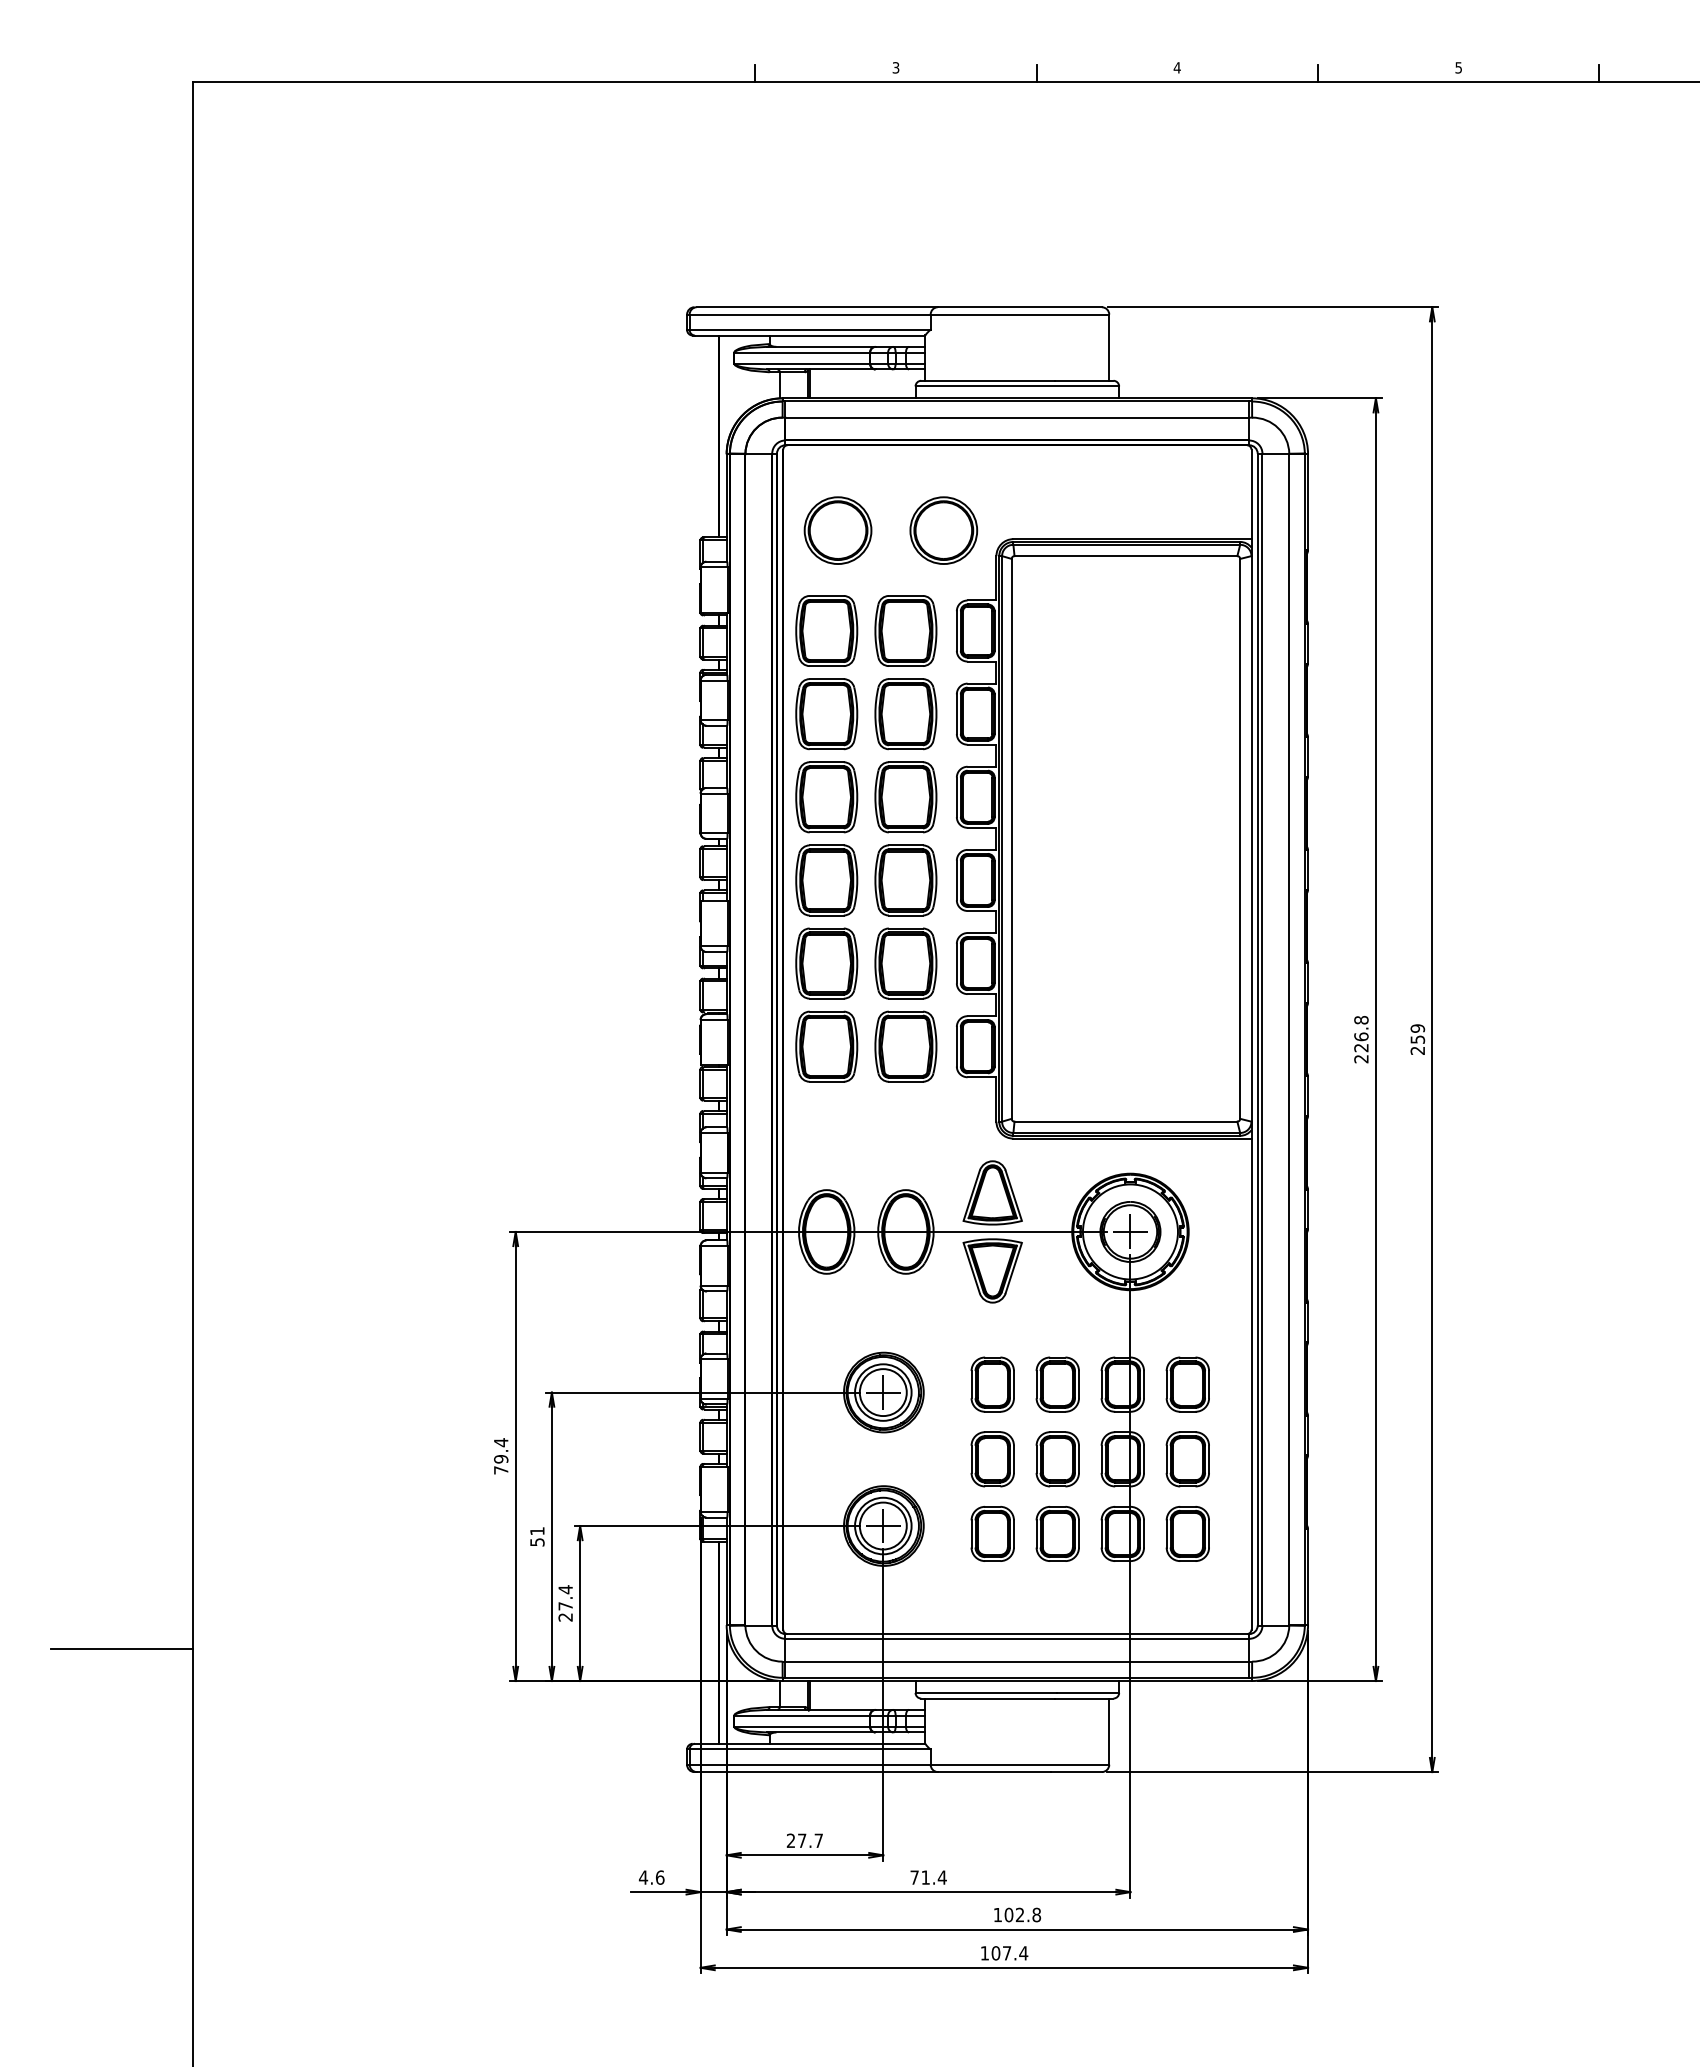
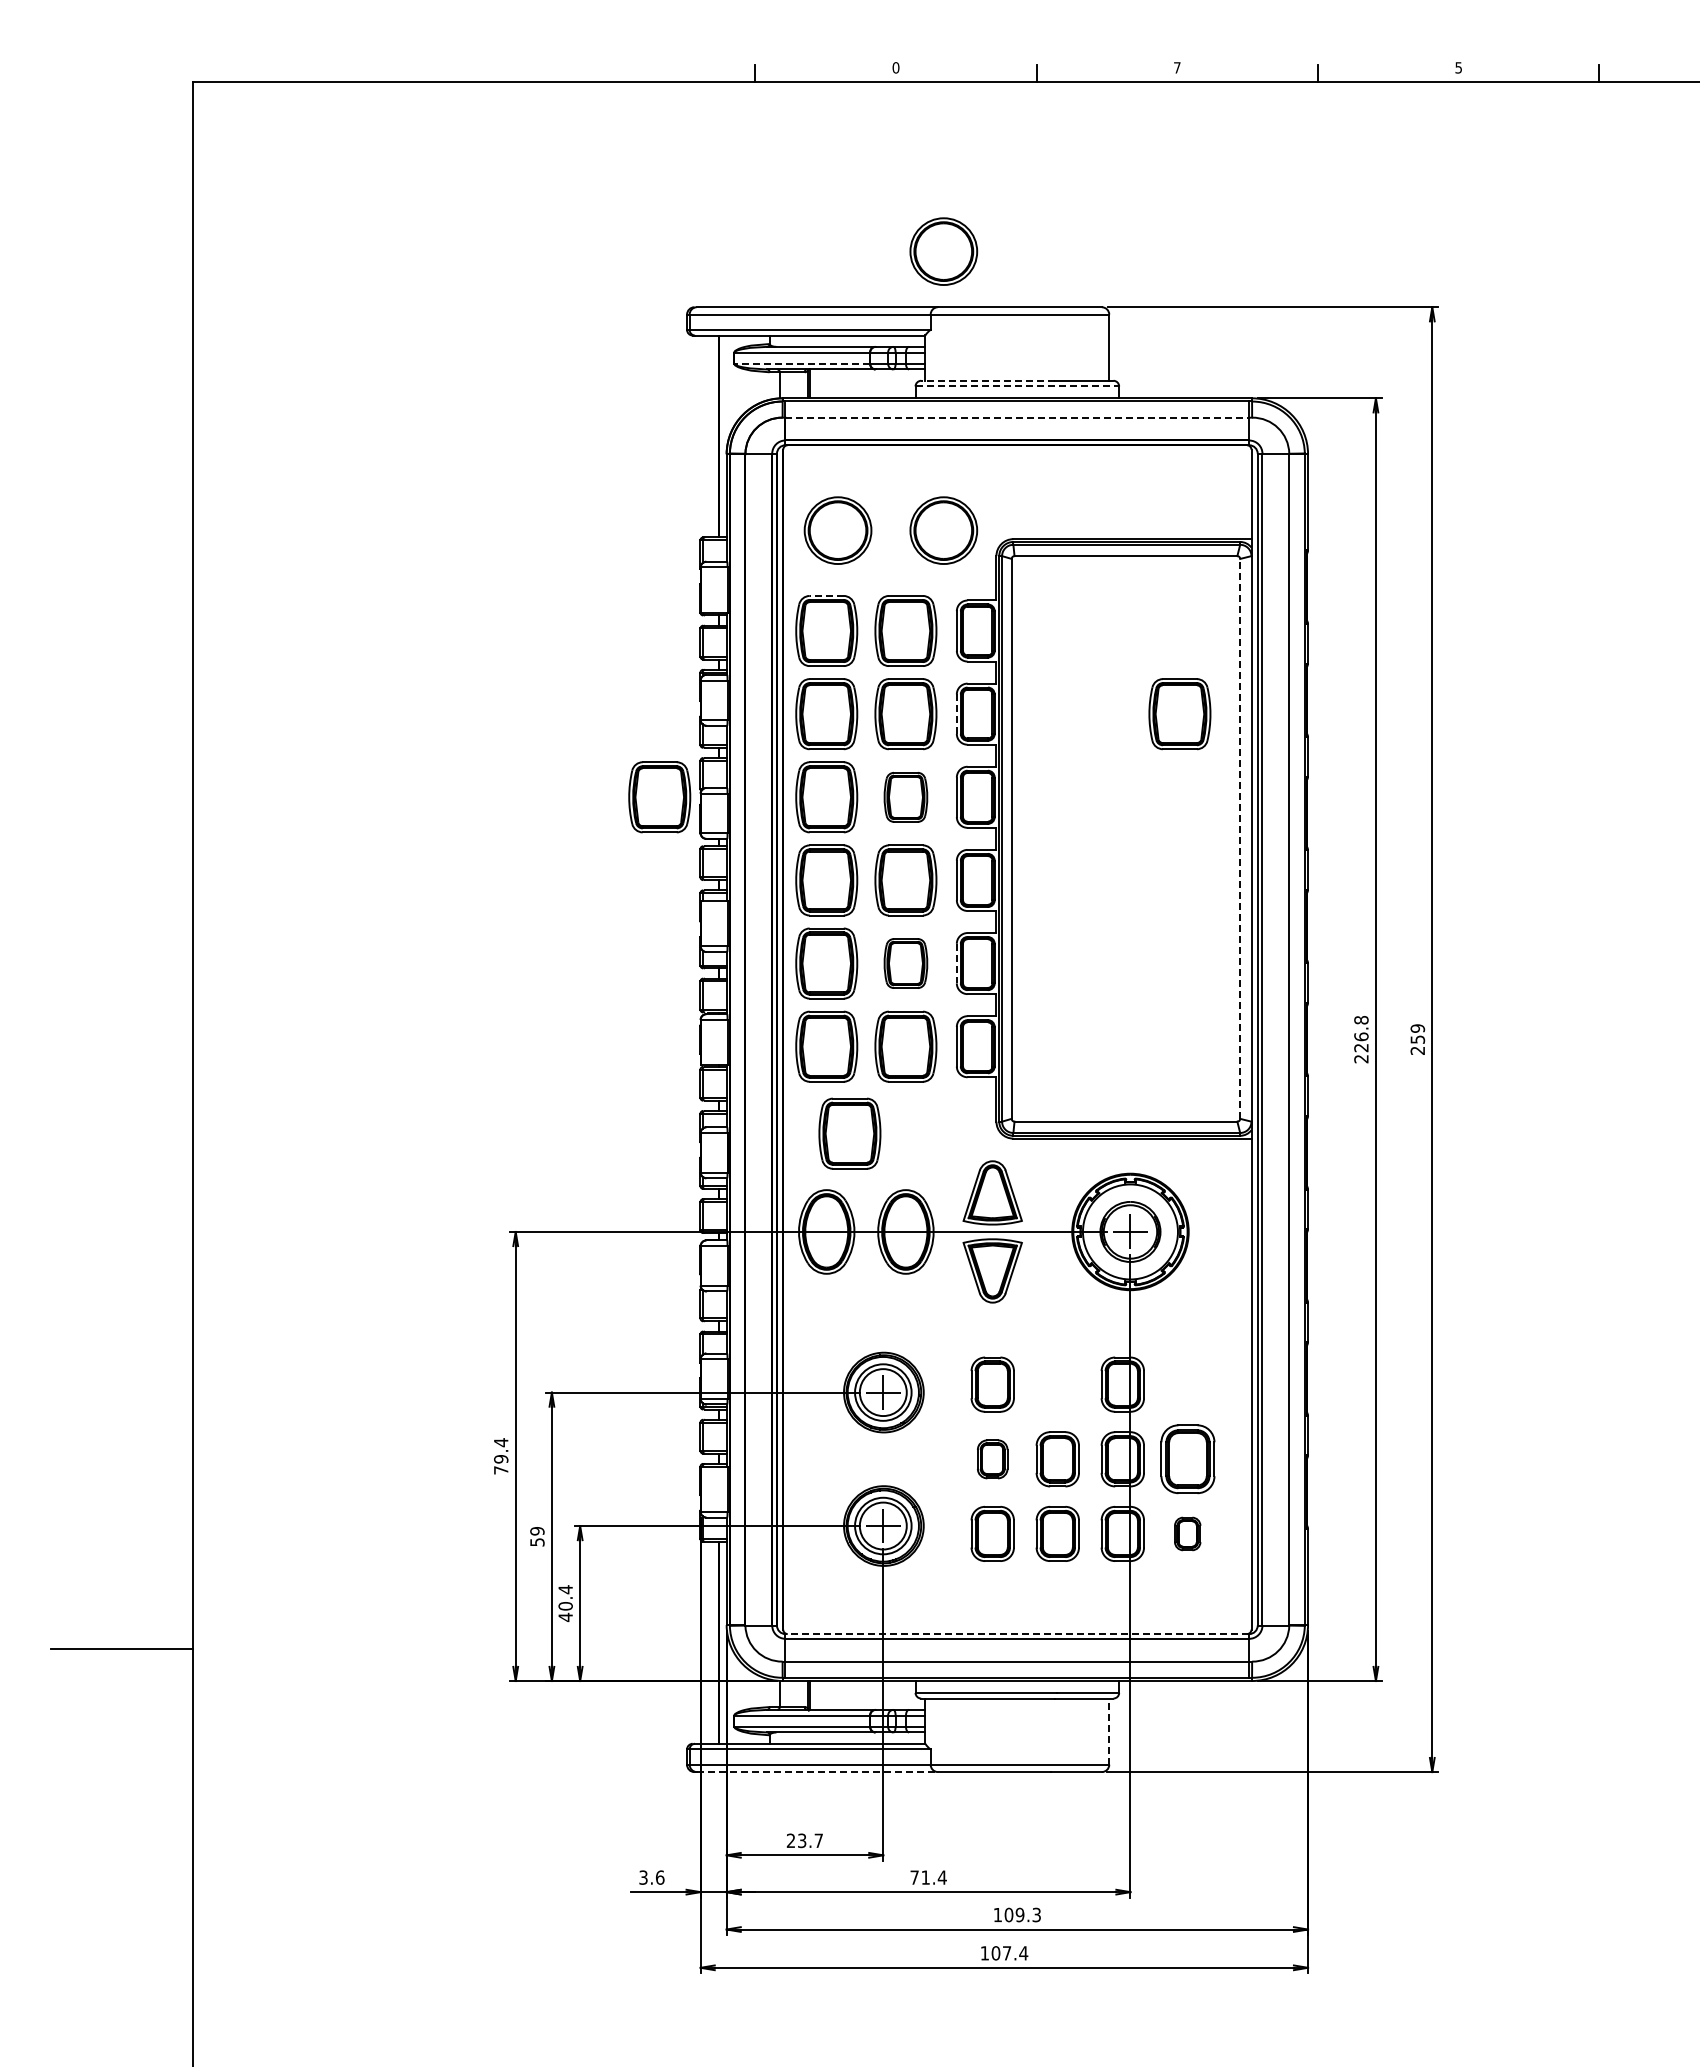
text at (895, 67): 3 -> 0
text at (1176, 67): 4 -> 7
part at (943, 251): none -> present
line at (802, 363): solid -> dashed
line at (988, 380): solid -> dashed
line at (1017, 386): solid -> dashed
line at (1017, 417): solid -> dashed
line at (826, 595): solid -> dashed
line at (956, 714): solid -> dashed
part at (1179, 714): none -> present
part at (659, 797): none -> present
part at (905, 797) size: 64x73 px -> 46x51 px
line at (1240, 838): solid -> dashed
part at (905, 963) size: 64x73 px -> 46x51 px
line at (956, 963): solid -> dashed
part at (849, 1133): none -> present
part at (1057, 1384): present -> none
part at (1187, 1384): present -> none
part at (992, 1459) size: 45x57 px -> 32x41 px
part at (1187, 1459) size: 45x57 px -> 56x71 px
text at (537, 1531): 51 -> 59
part at (1187, 1533) size: 45x56 px -> 28x36 px
text at (565, 1612): 27.4 -> 40.4
line at (1017, 1634): solid -> dashed
line at (1109, 1731): solid -> dashed
line at (817, 1772): solid -> dashed
text at (802, 1840): 27.7 -> 23.7
text at (643, 1877): 4.6 -> 3.6
text at (1028, 1914): 102.8 -> 109.3
